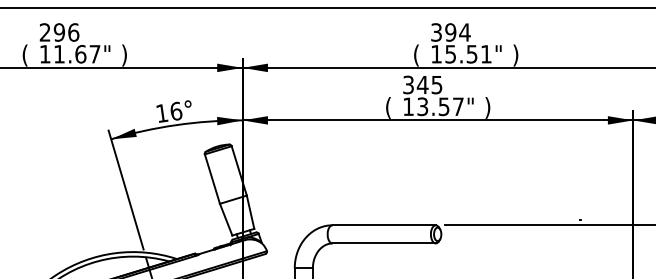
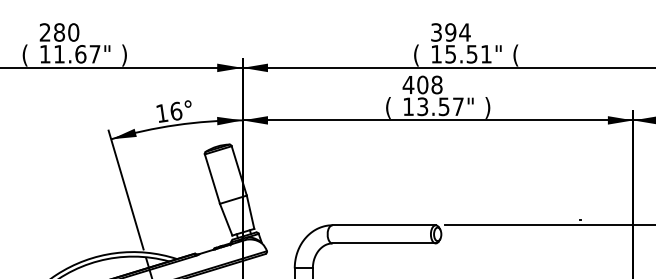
line at (327, 8): present -> none
text at (66, 32): 296 -> 280
text at (515, 55): ) -> (
text at (422, 84): 345 -> 408
